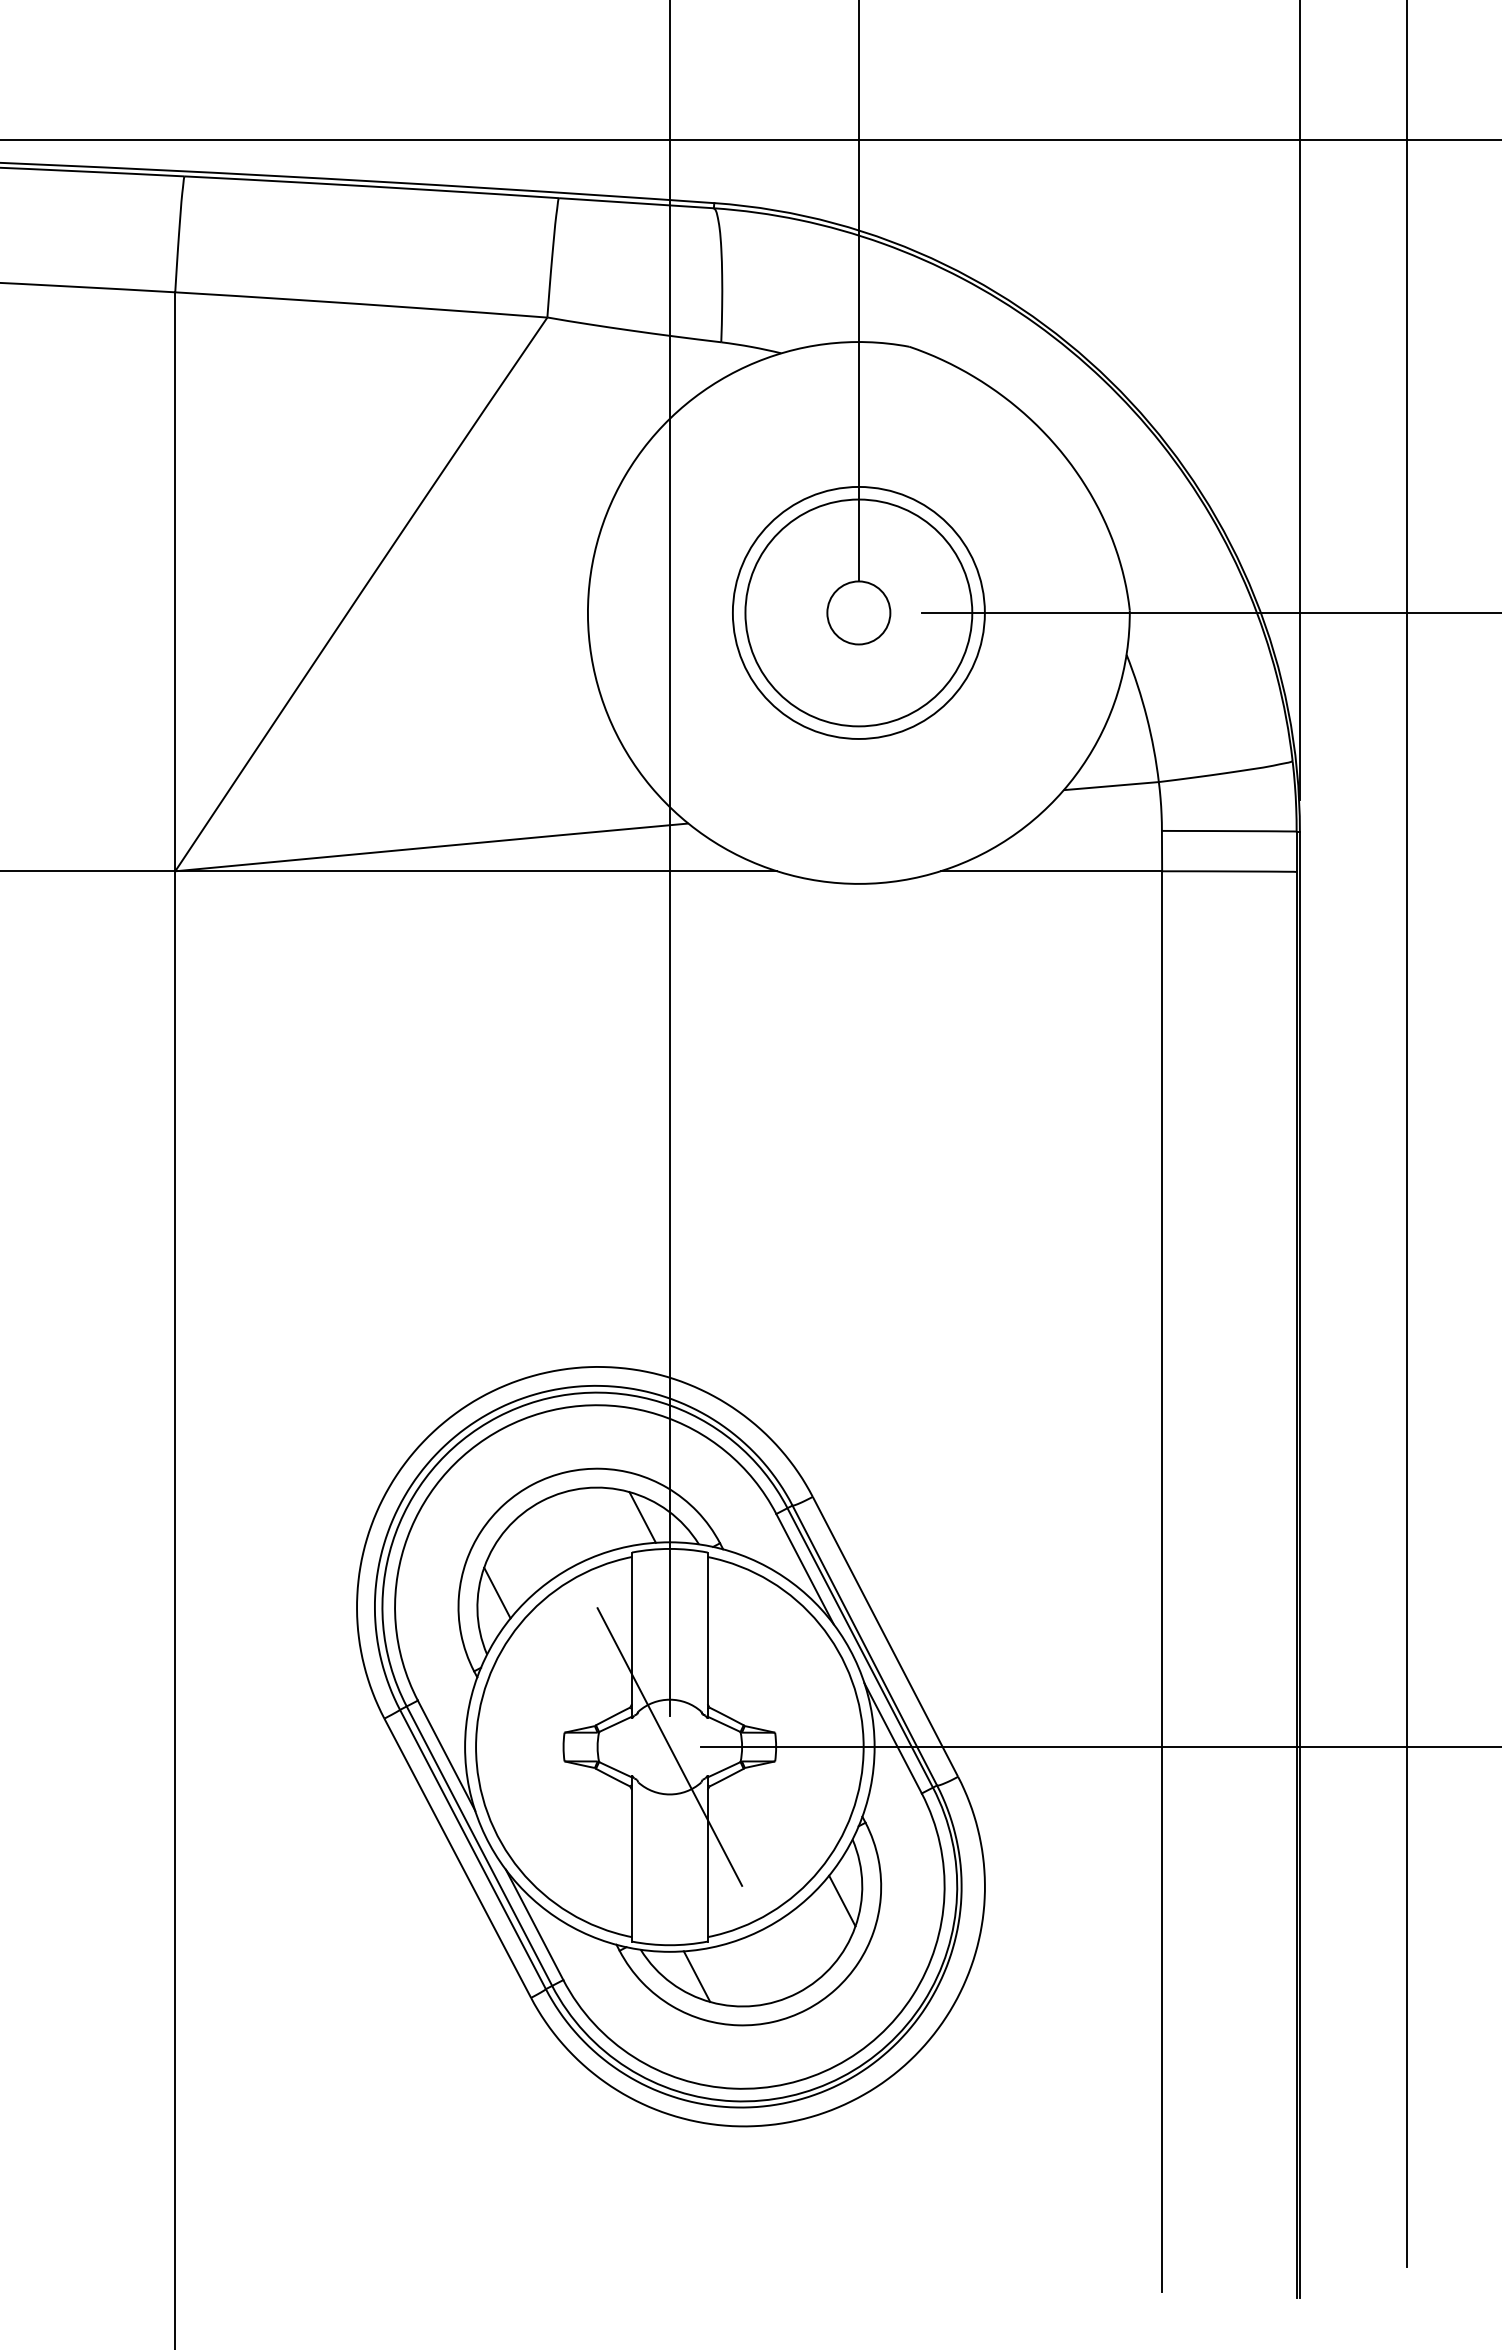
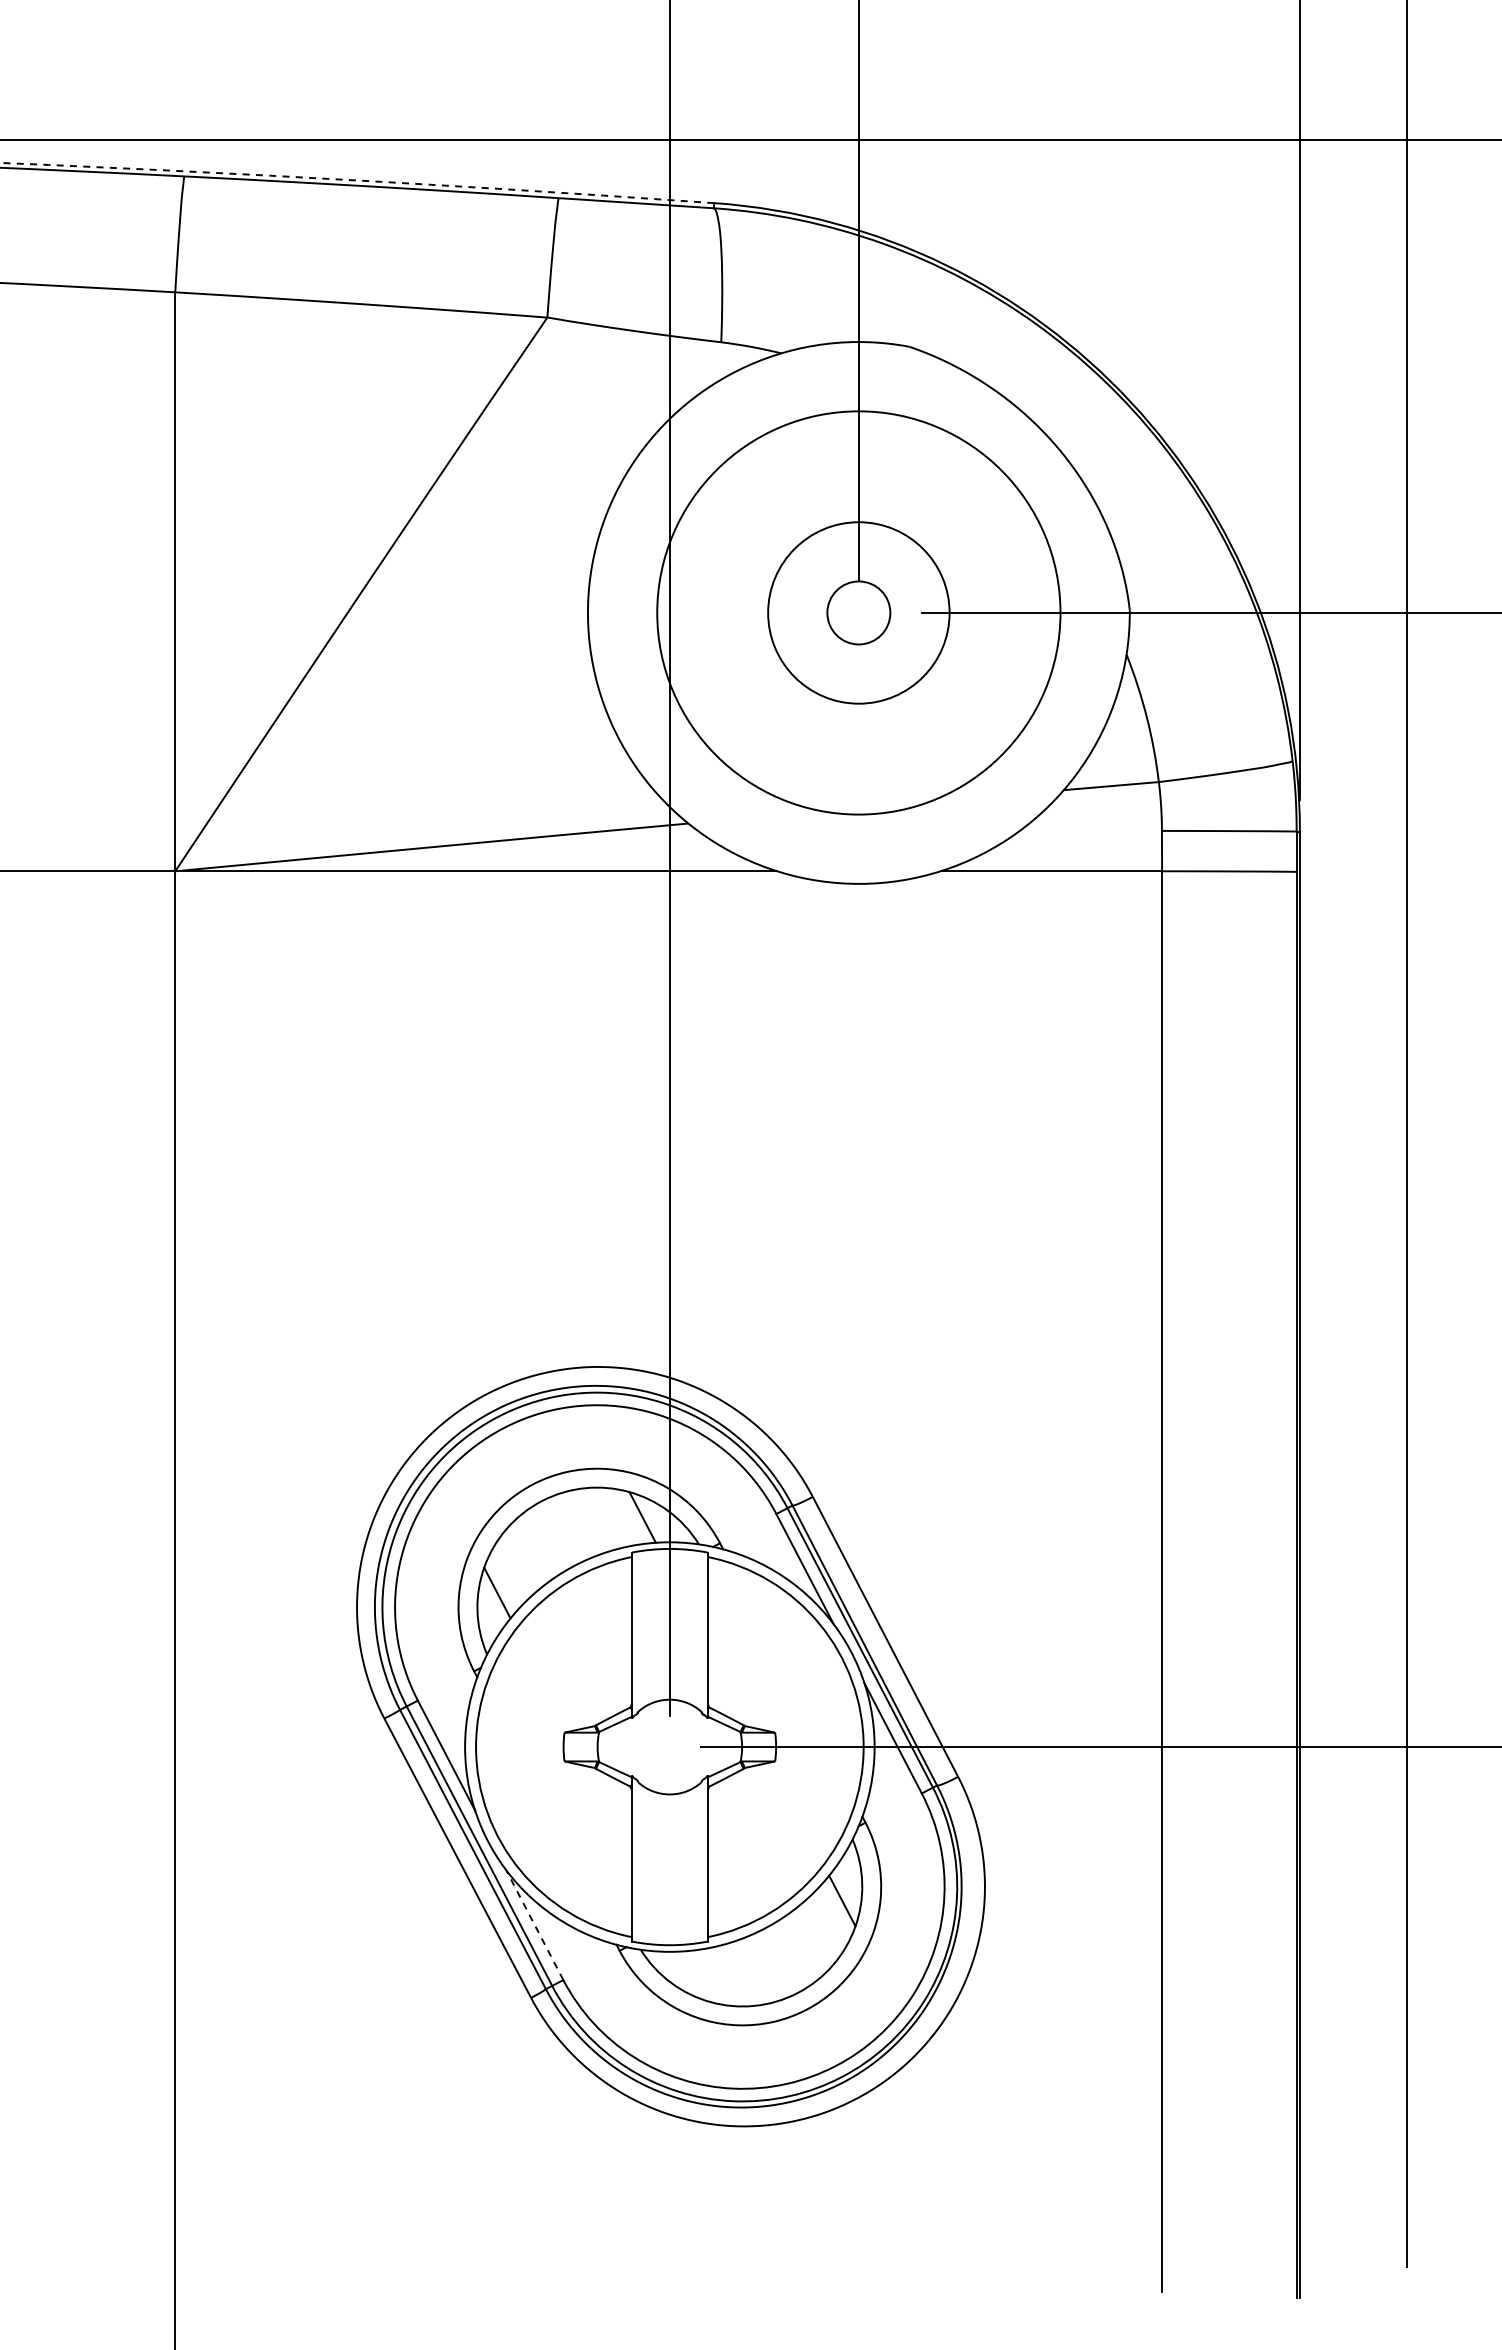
arc at (357, 180): solid -> dashed
circle at (858, 612) diameter: 227 px -> 181 px
circle at (858, 612) diameter: 252 px -> 403 px
line at (669, 1746): present -> none
line at (534, 1924): solid -> dashed
line at (696, 1976): present -> none
